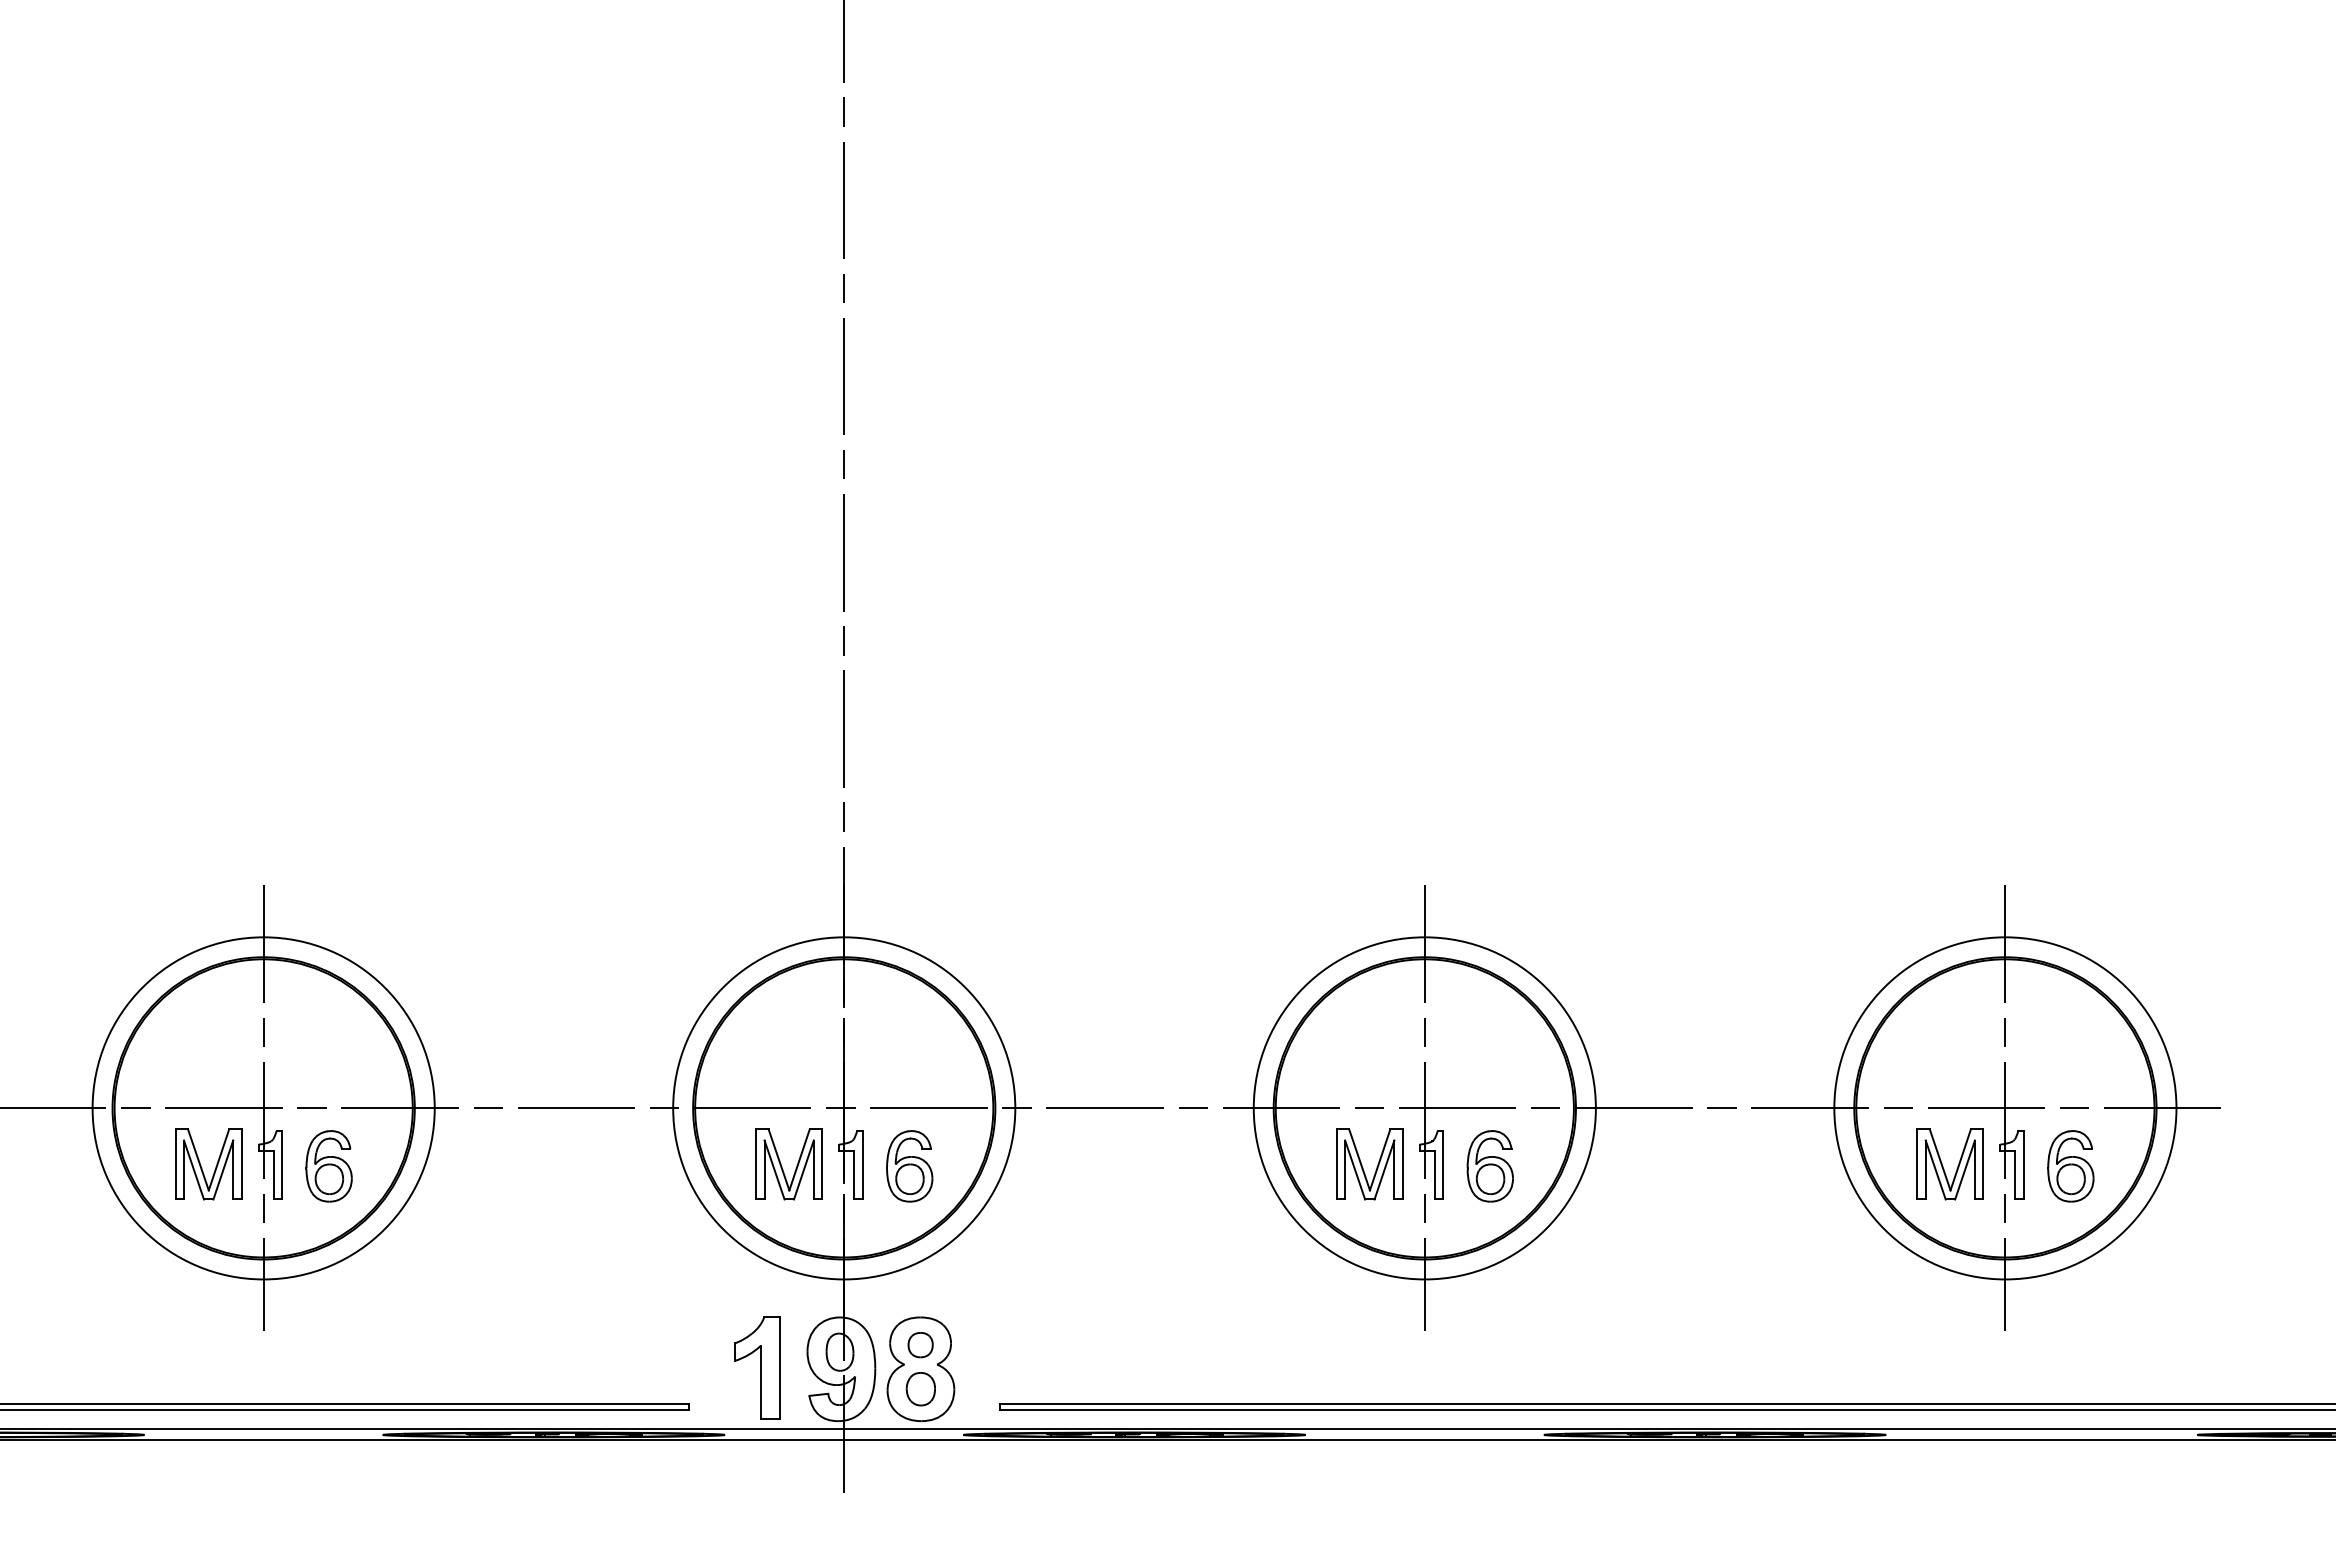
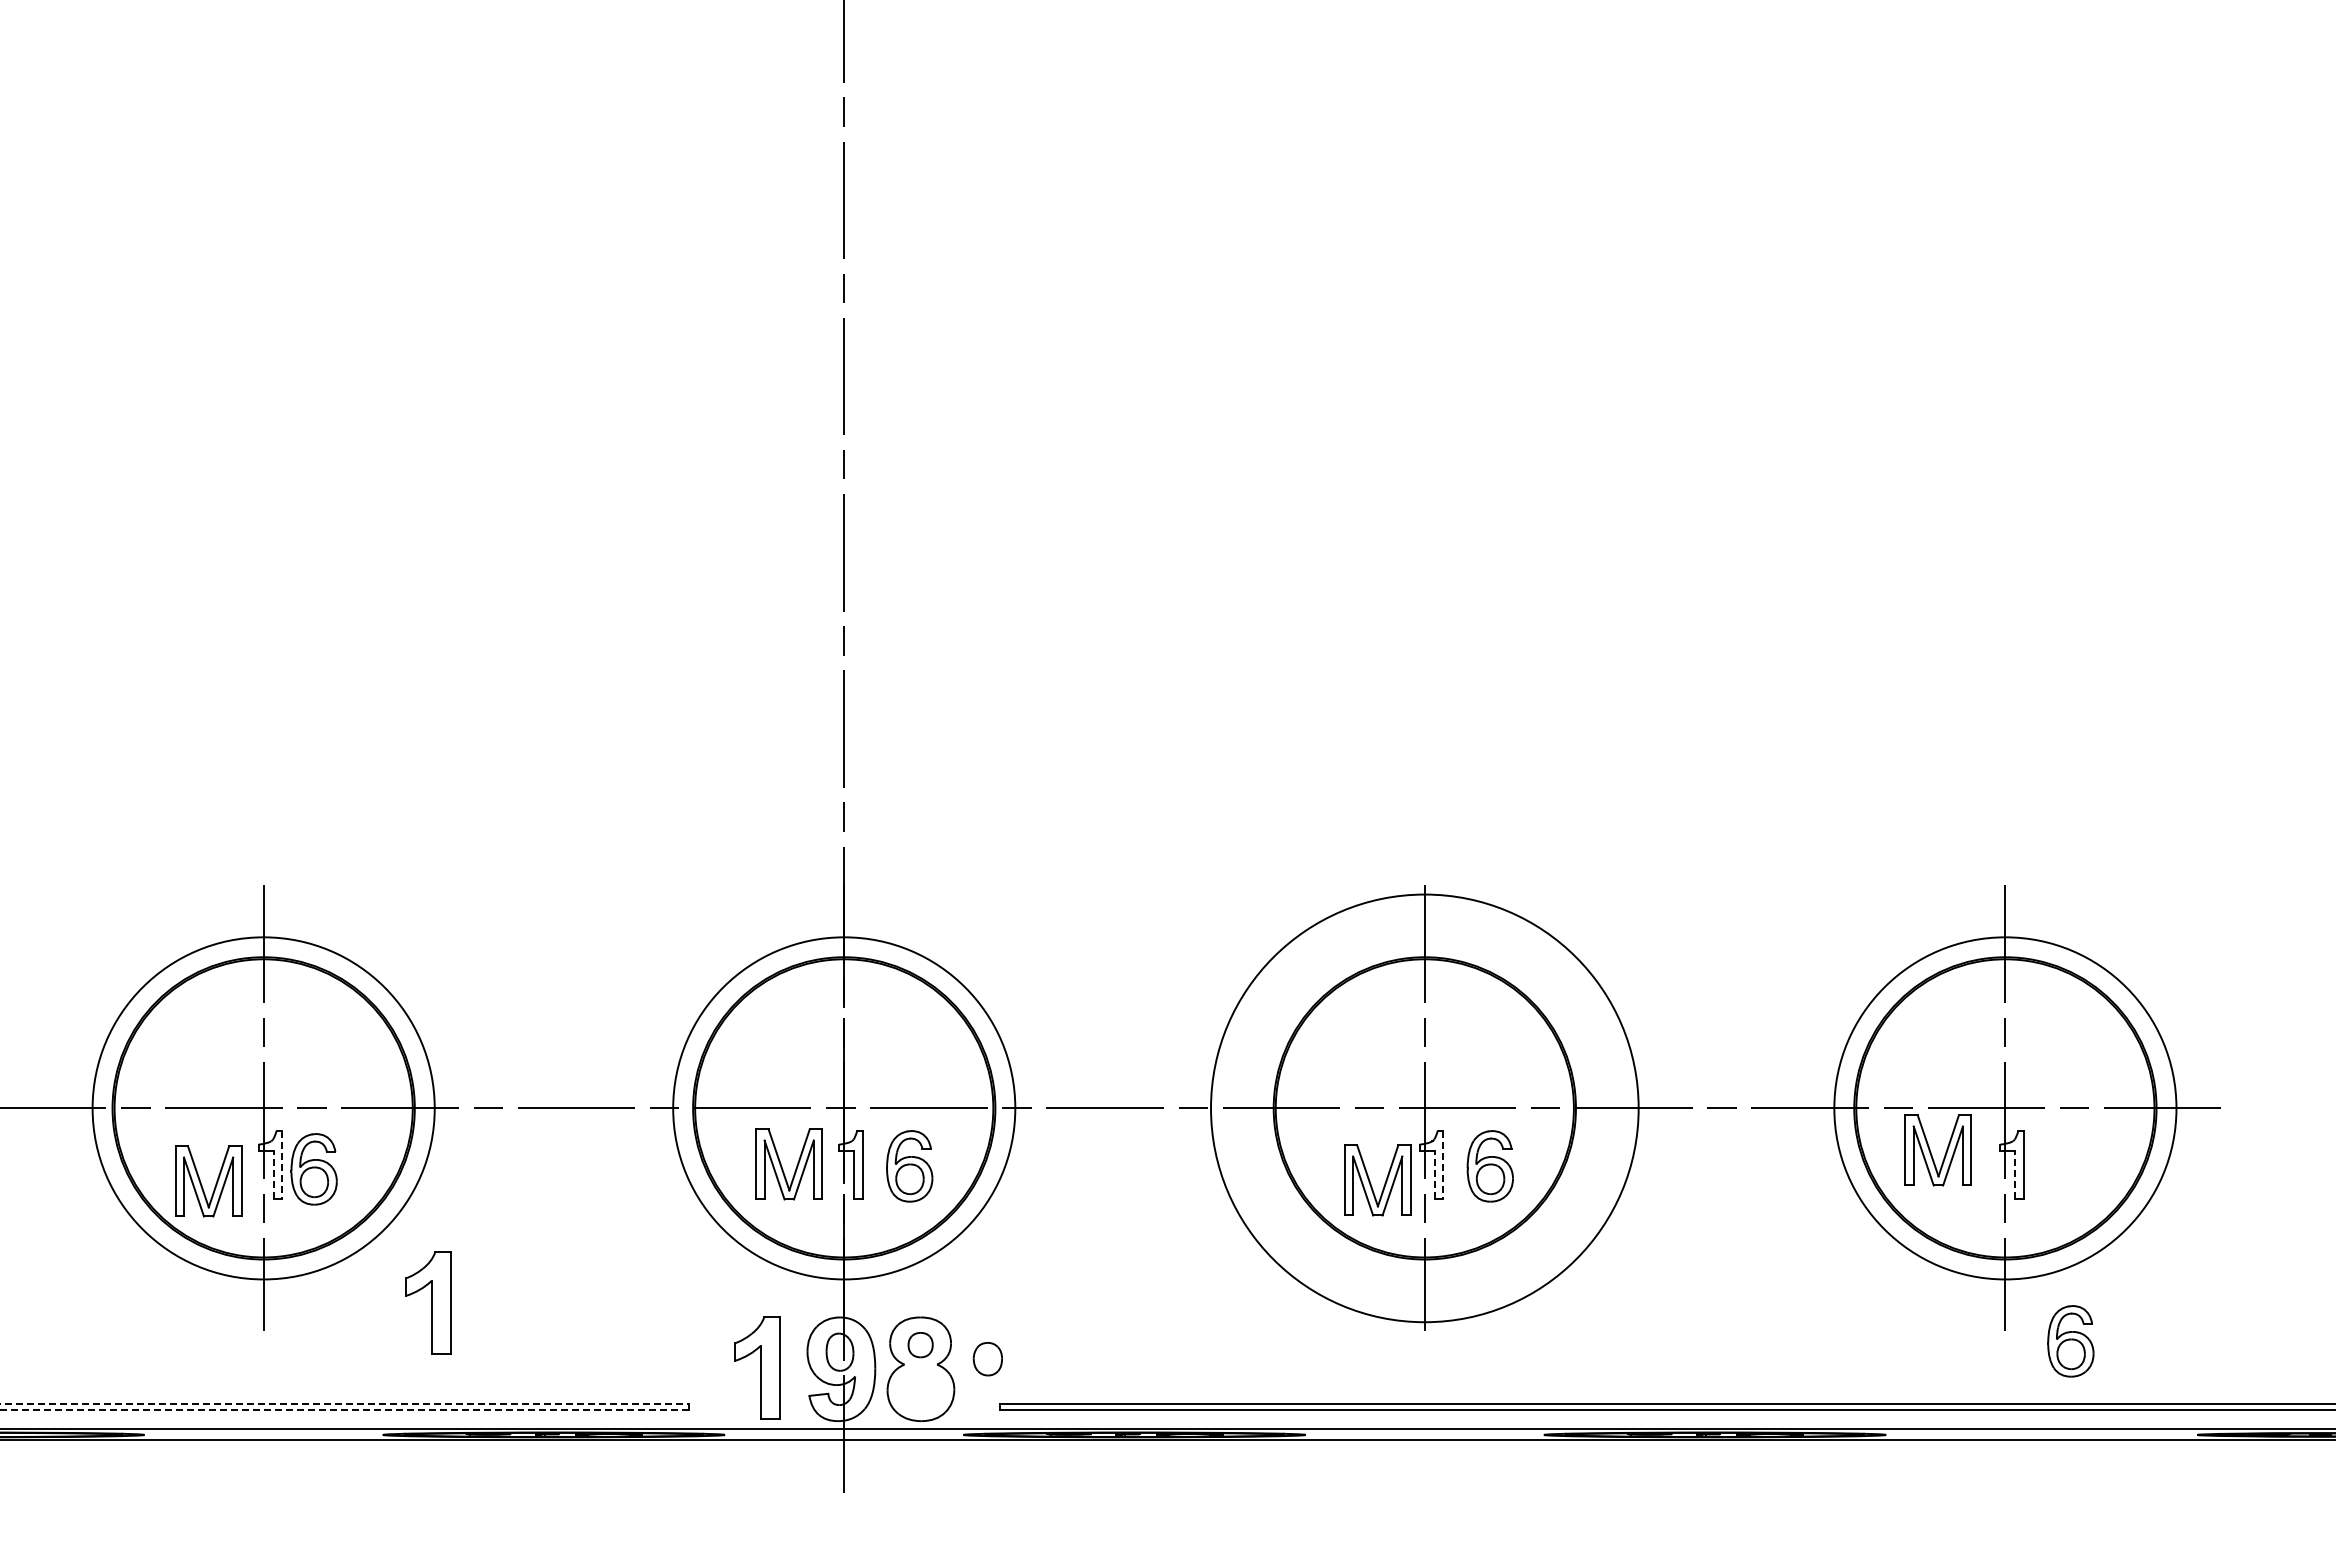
circle at (1424, 1108) diameter: 342 px -> 428 px
part at (201, 1165) position: (201, 1165) -> (201, 1182)
line at (282, 1165): solid -> dashed
line at (1443, 1165): solid -> dashed
part at (328, 1166) position: (328, 1166) -> (313, 1169)
part at (1943, 1166) position: (1943, 1166) -> (1931, 1152)
part at (2070, 1166) position: (2070, 1166) -> (2070, 1341)
part at (1363, 1167) position: (1363, 1167) -> (1371, 1183)
line at (273, 1174): solid -> dashed
line at (1434, 1174): solid -> dashed
line at (2015, 1174): solid -> dashed
part at (428, 1302): none -> present
part at (920, 1389) position: (920, 1389) -> (987, 1359)
line at (344, 1403): solid -> dashed
line at (343, 1409): solid -> dashed
